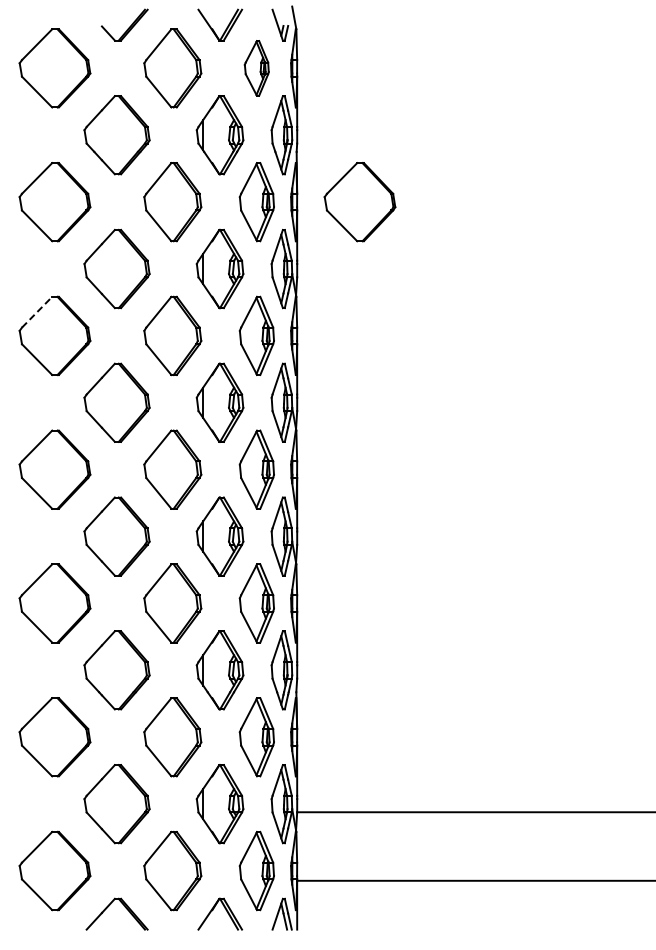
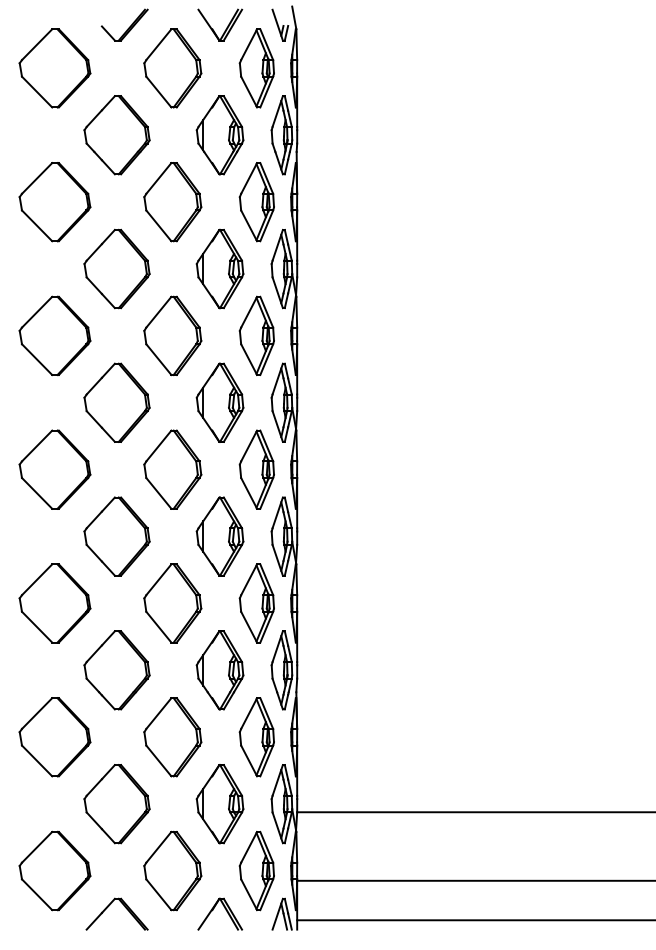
part at (256, 68) size: 27x57 px -> 37x81 px
part at (359, 202): present -> none
line at (37, 312): dashed -> solid
line at (474, 920): none -> present
